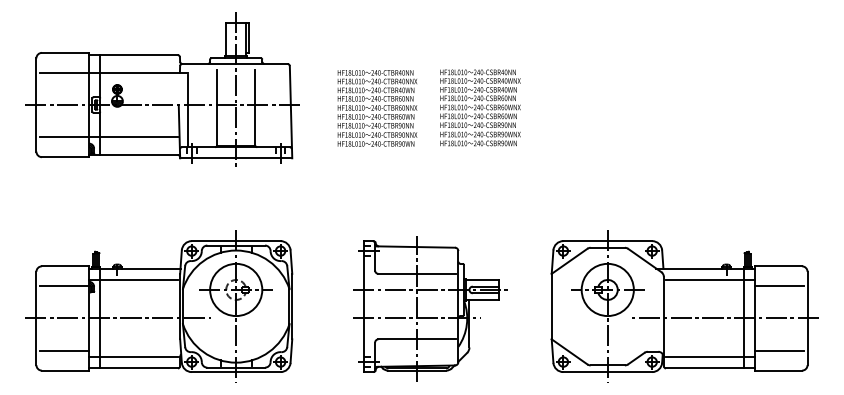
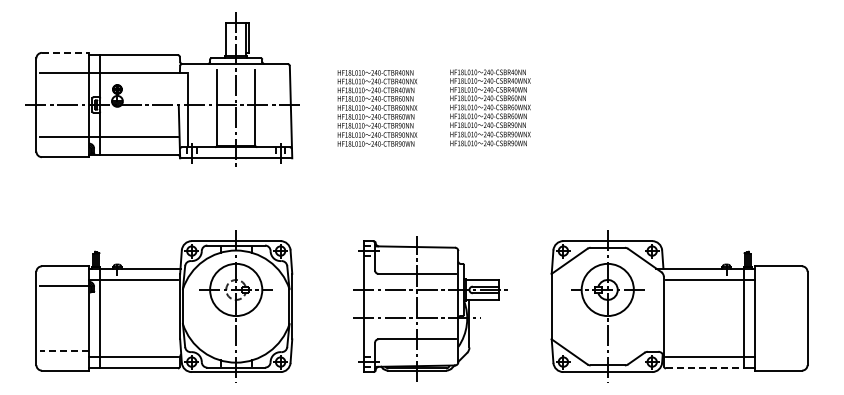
line at (65, 52): solid -> dashed
text at (480, 107) position: (480, 107) -> (490, 107)
line at (778, 286): present -> none
line at (118, 318): present -> none
line at (724, 318): present -> none
line at (64, 350): solid -> dashed
line at (778, 350): present -> none
line at (705, 368): solid -> dashed
